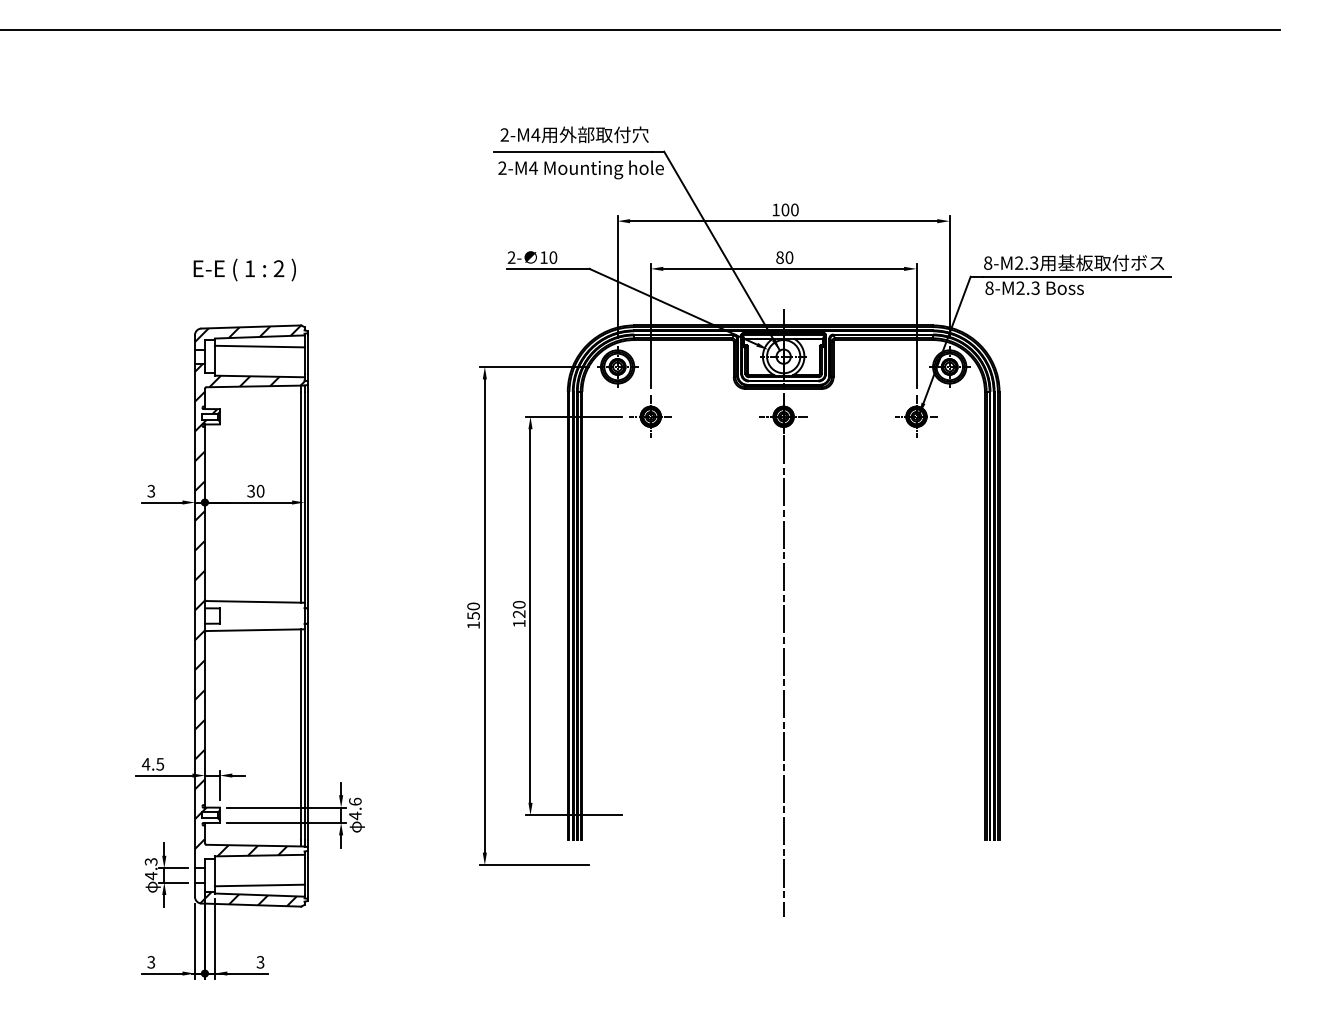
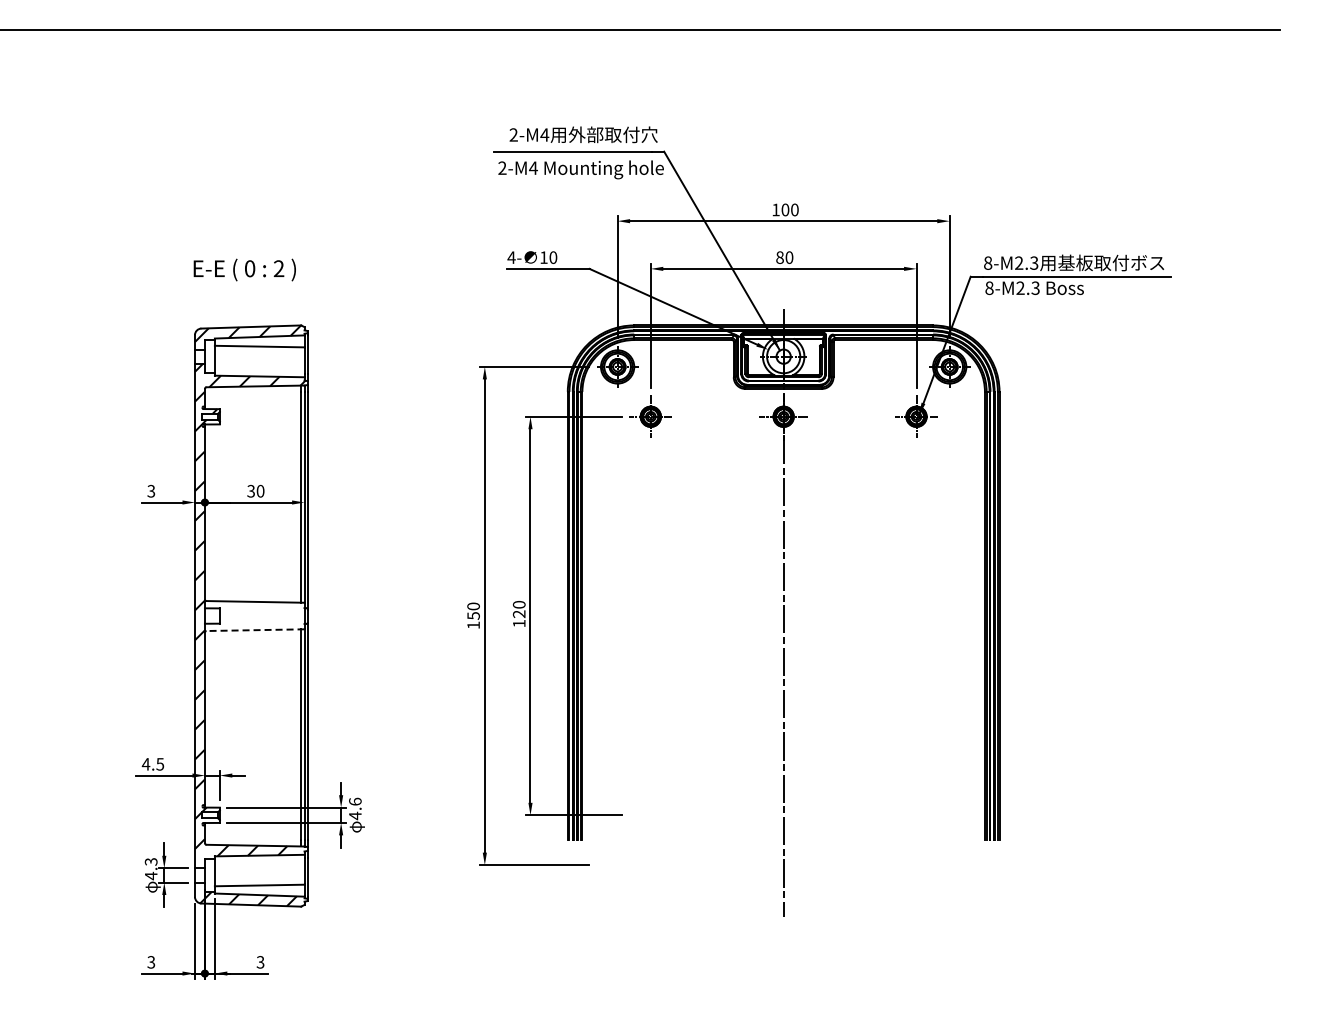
text at (574, 134) position: (574, 134) -> (583, 134)
text at (511, 257): 2- -> 4-
text at (250, 268): 1 -> 0
line at (255, 630): solid -> dashed
